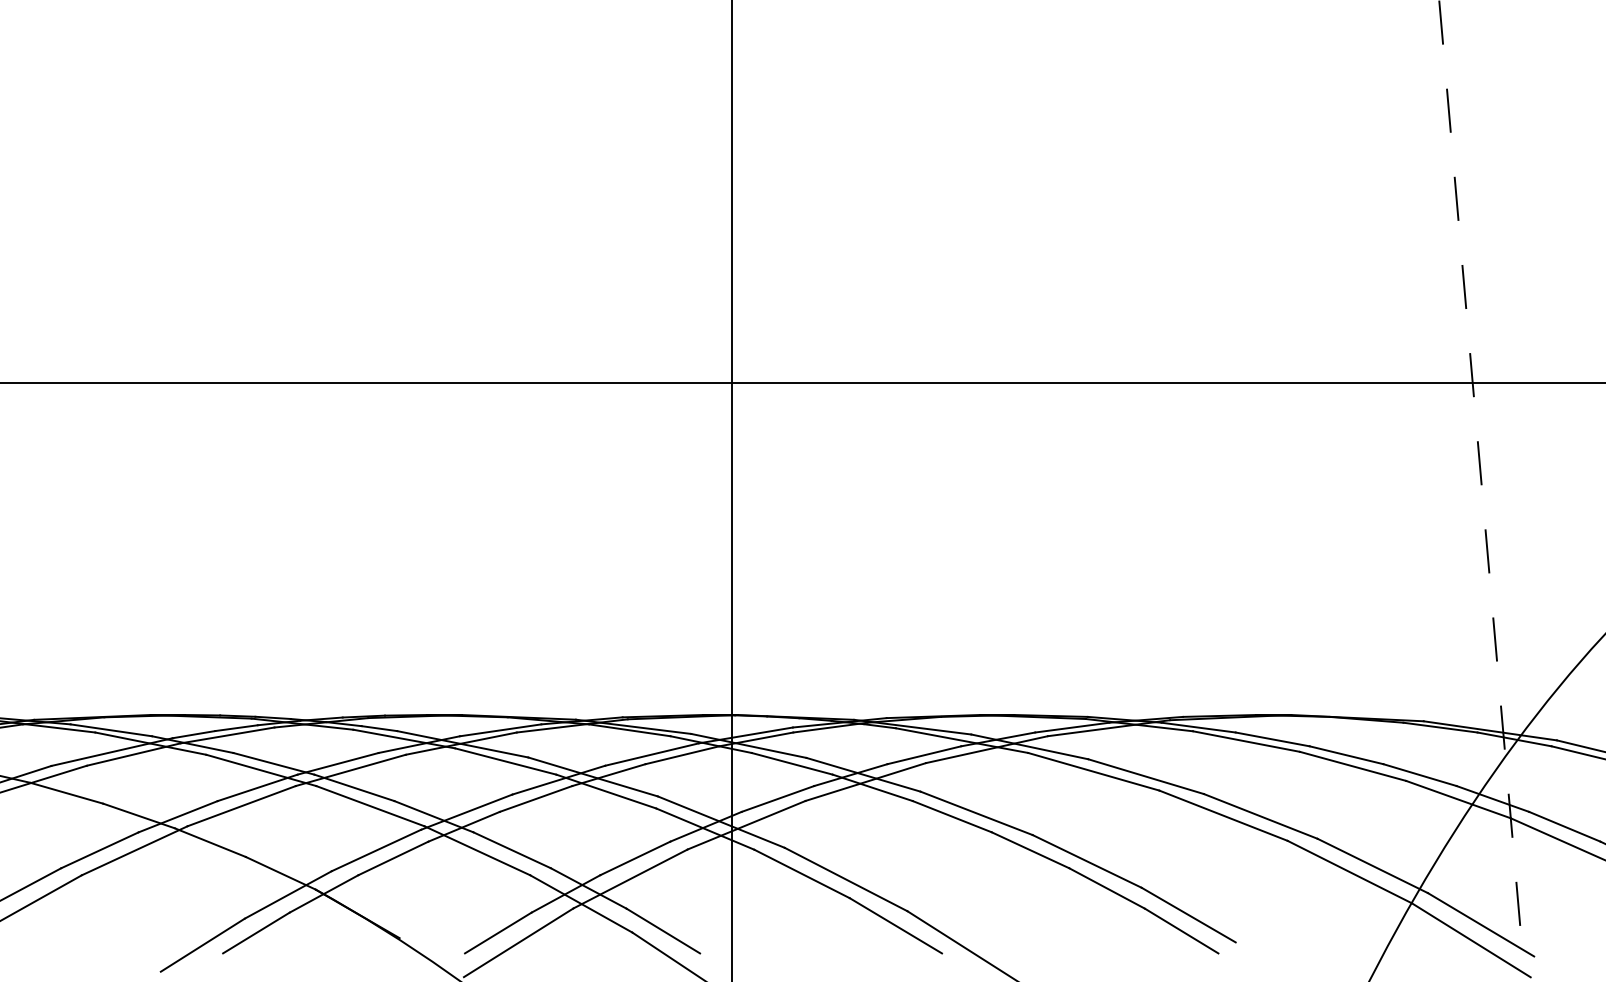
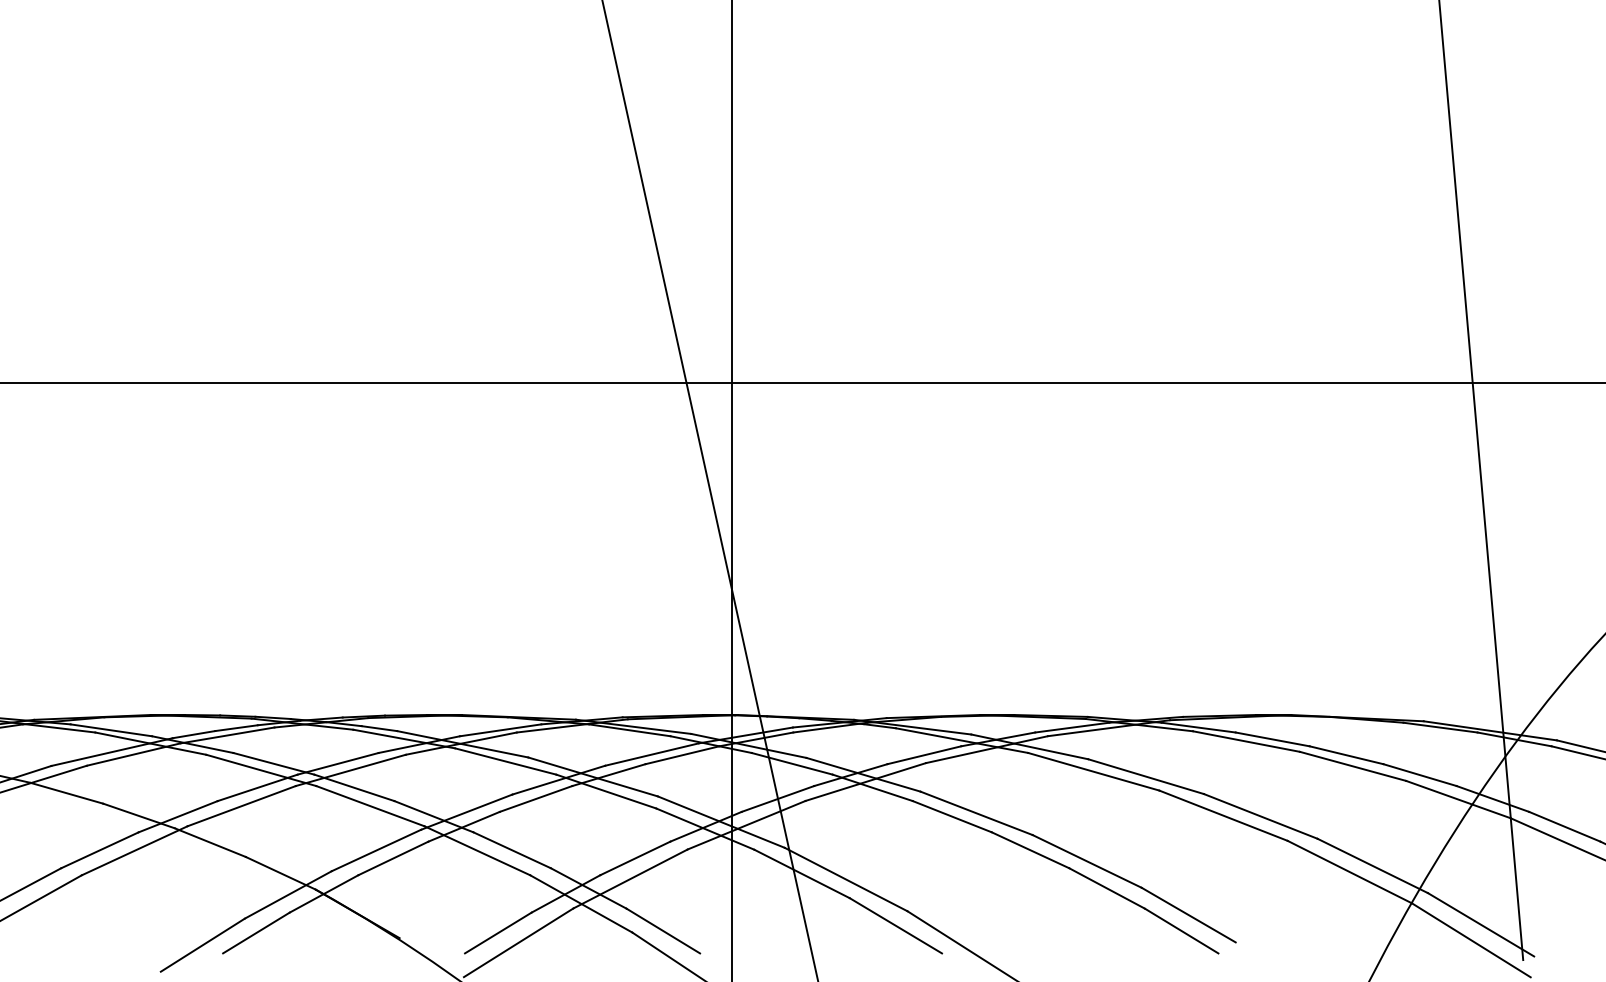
line at (1481, 480): dashed -> solid
line at (709, 490): none -> present
